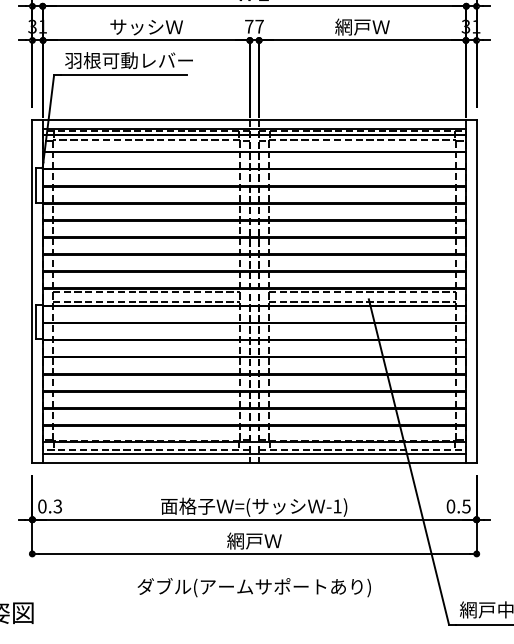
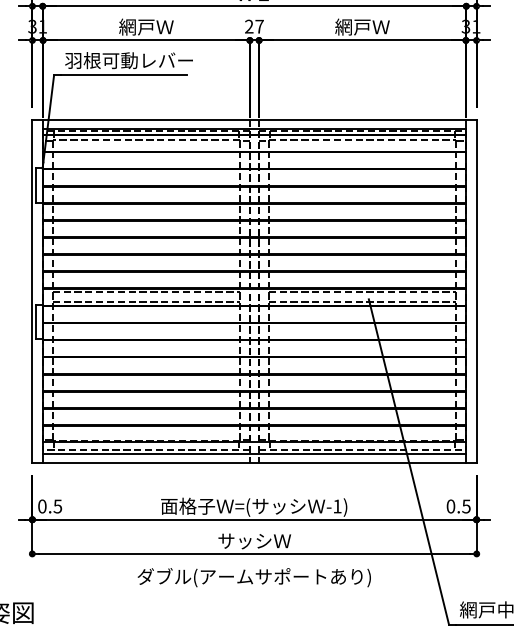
text at (146, 26): サッシＷ -> 網戸Ｗ
text at (249, 26): 77 -> 27
text at (58, 505): 0.3 -> 0.5
text at (254, 540): 網戸Ｗ -> サッシＷ
text at (253, 587) position: (253, 587) -> (253, 577)
